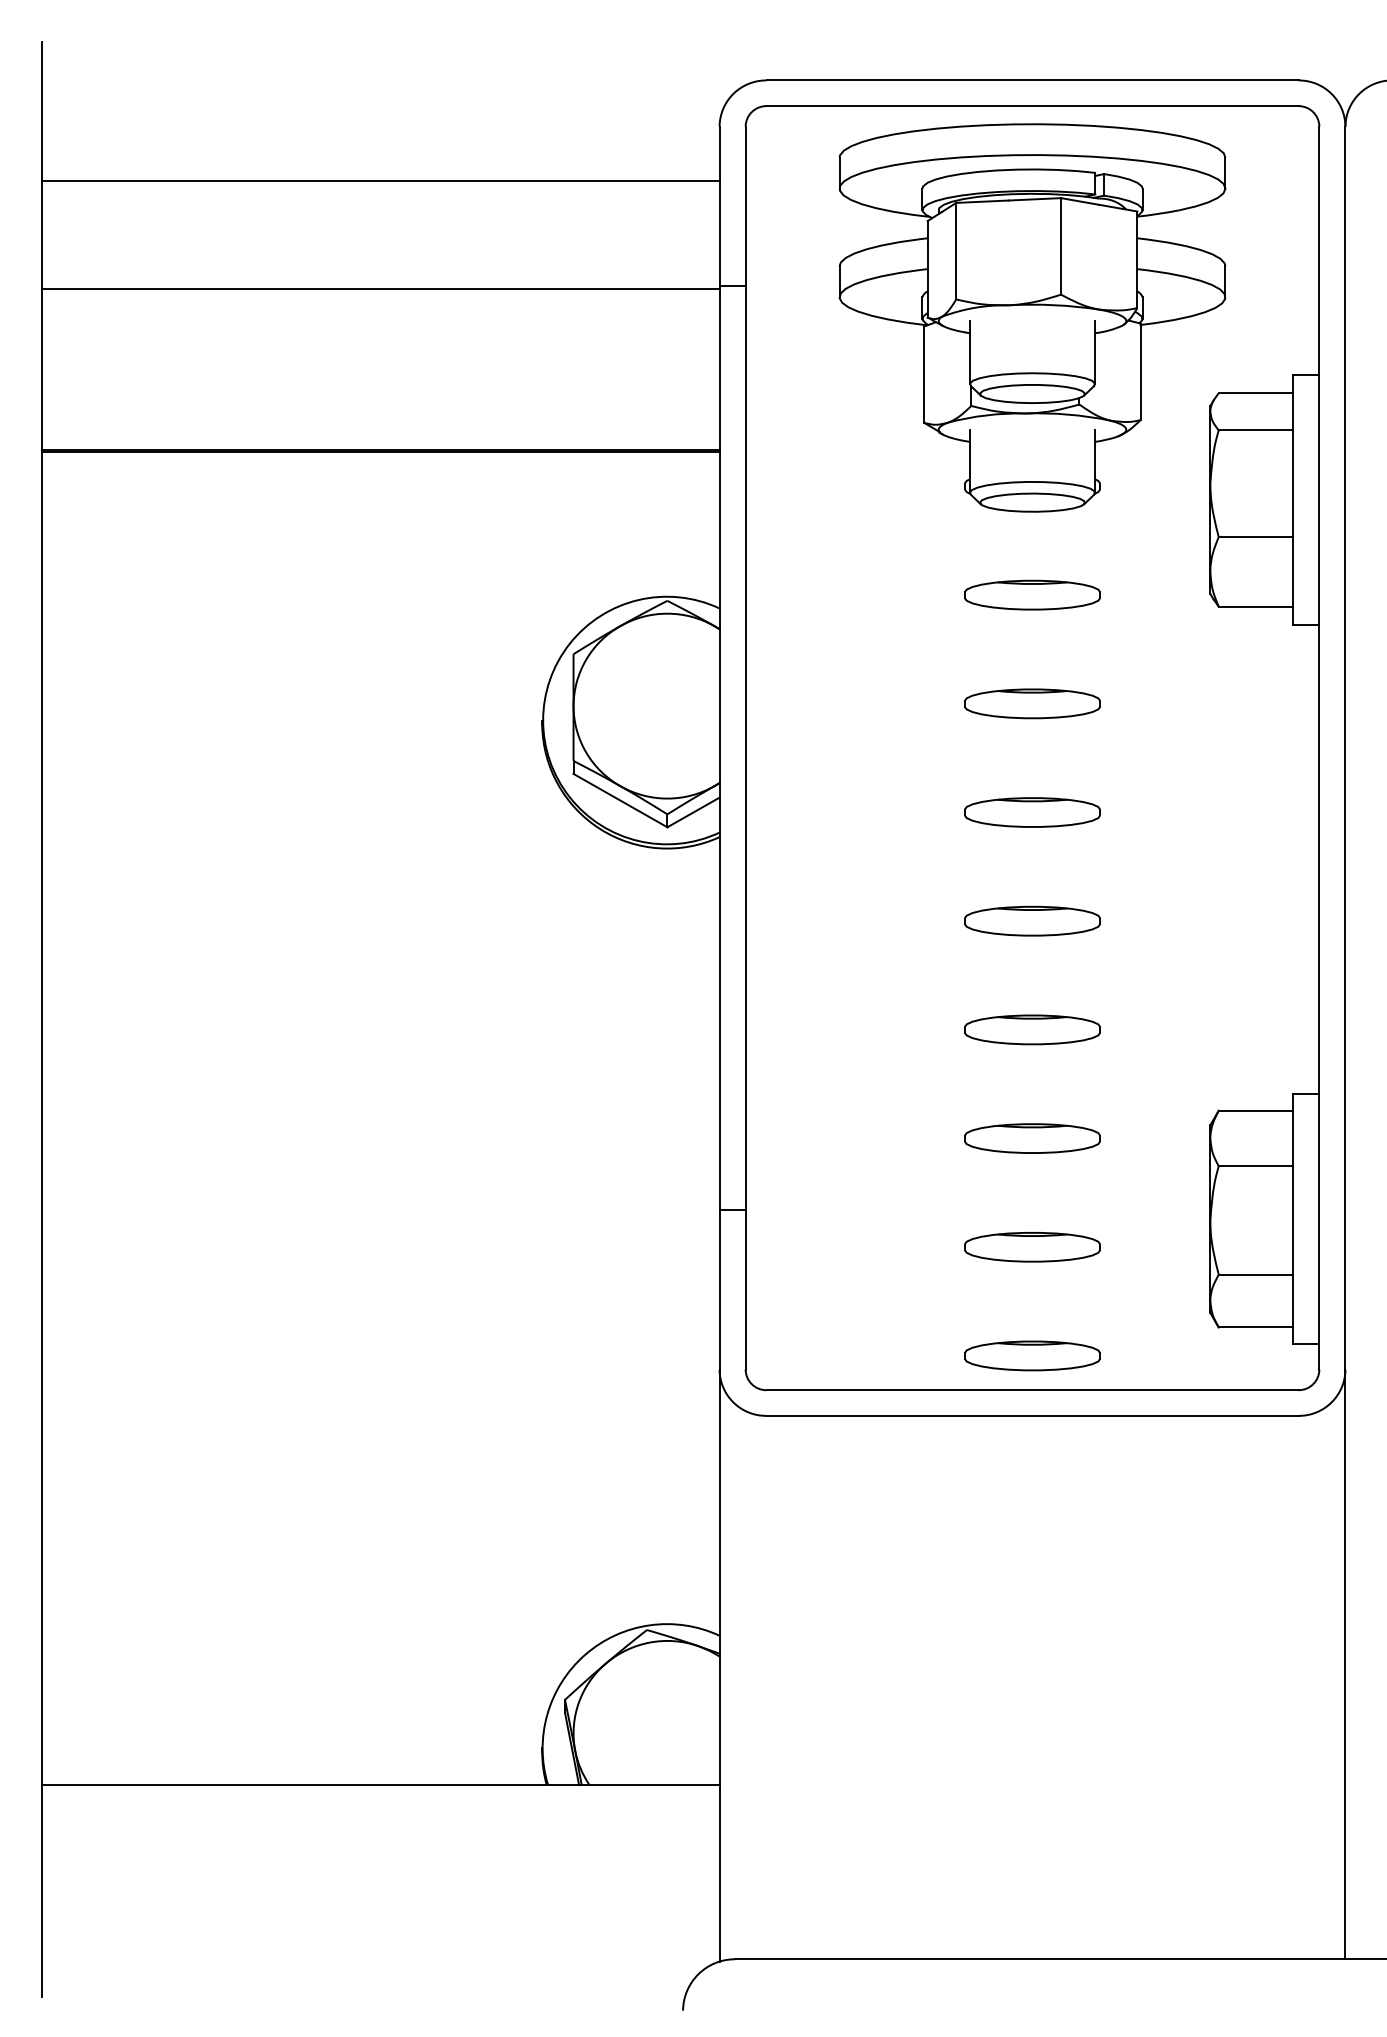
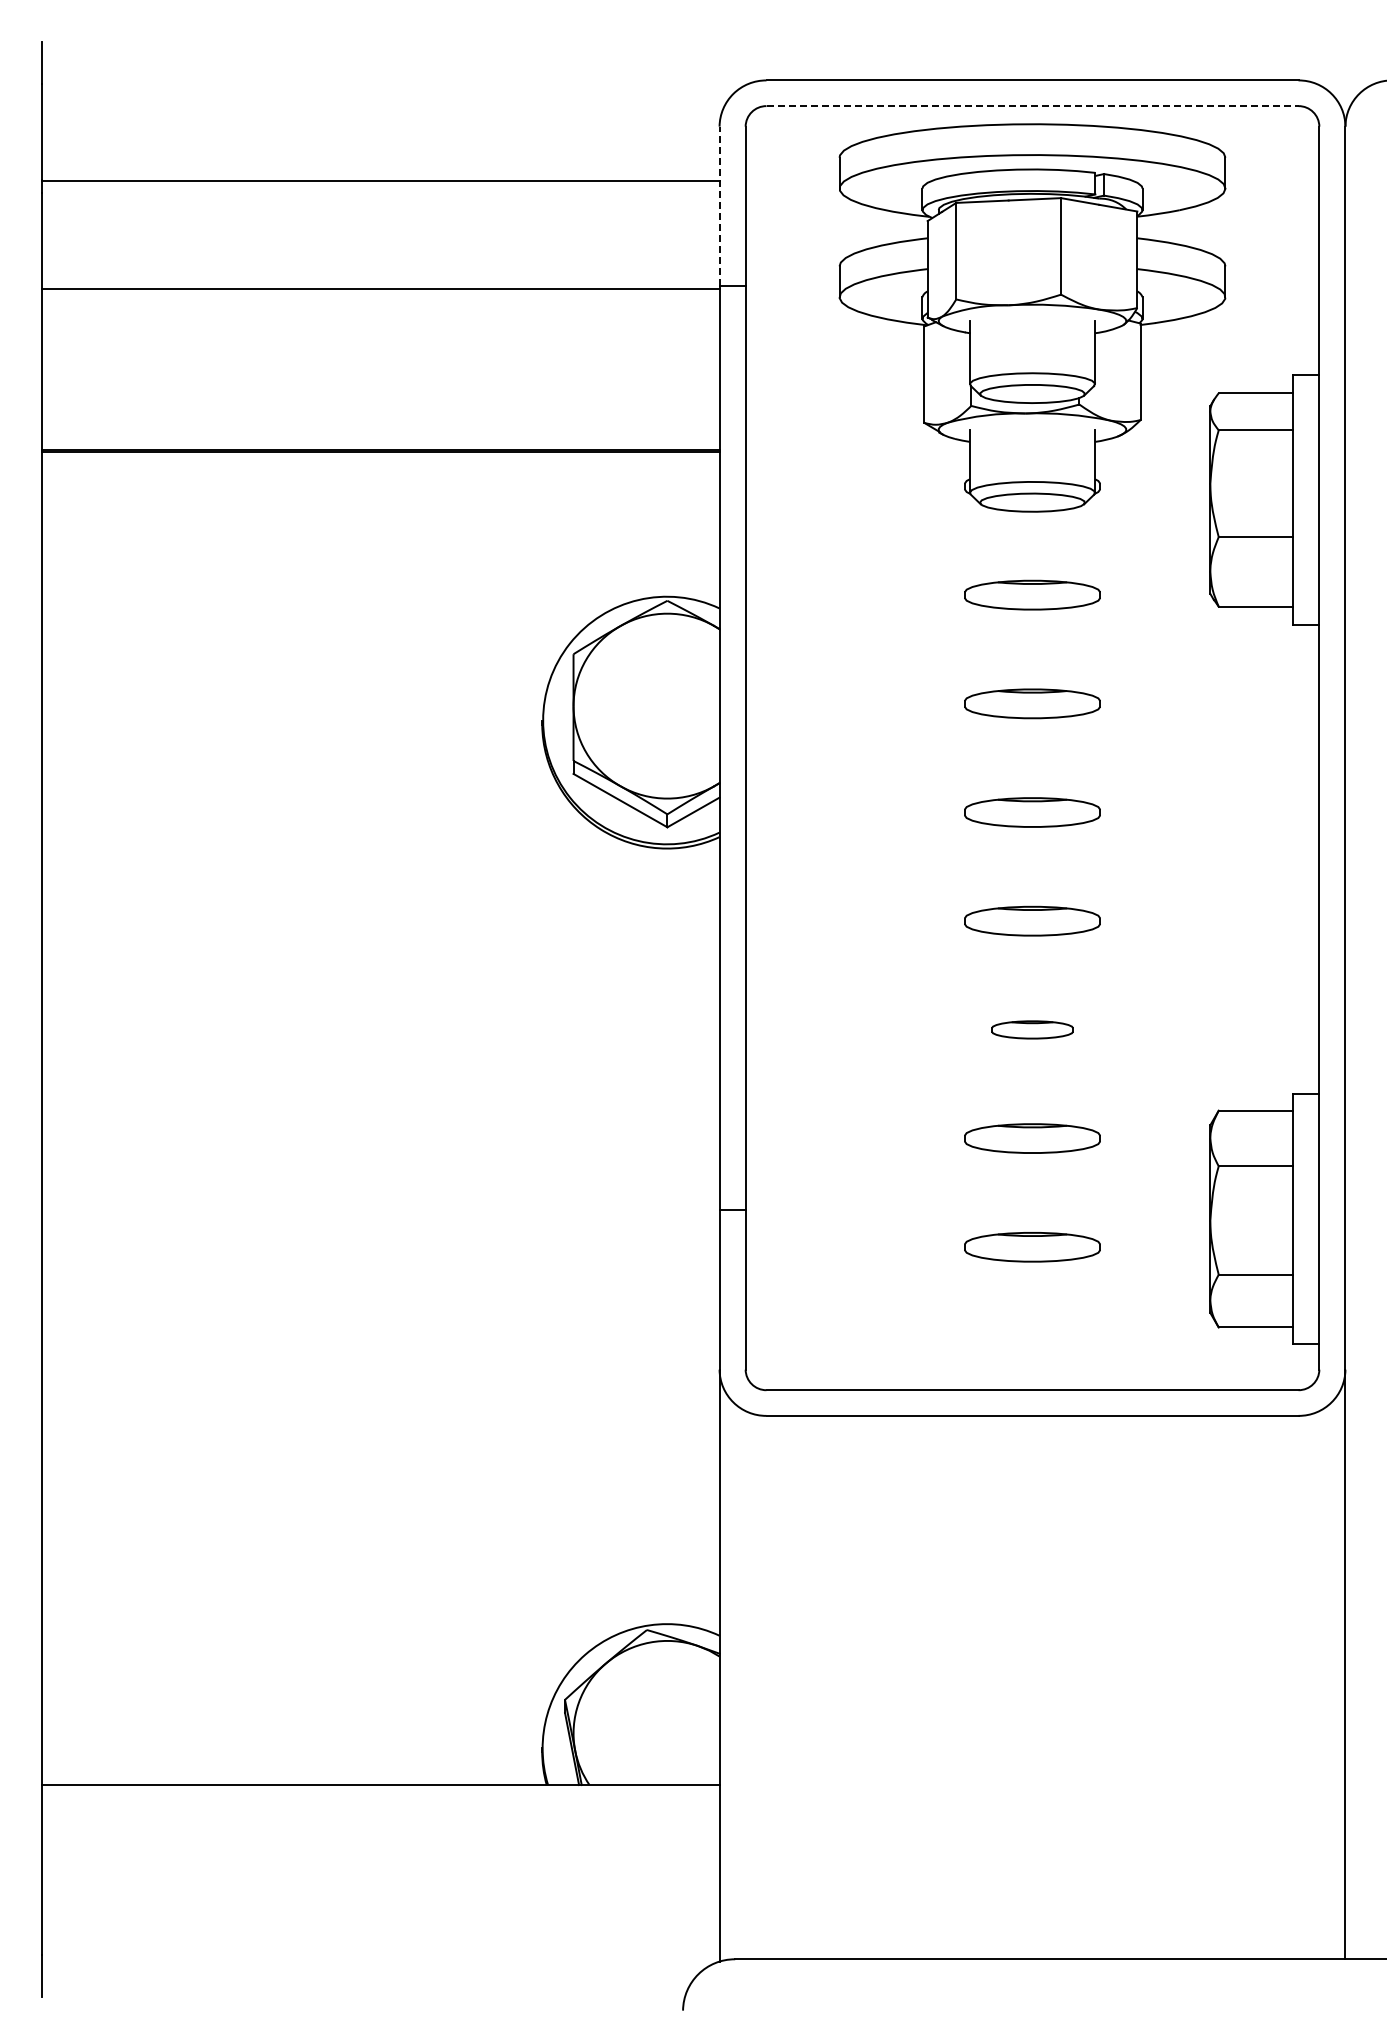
line at (1032, 106): solid -> dashed
line at (719, 206): solid -> dashed
part at (1032, 1029) size: 137x32 px -> 83x20 px
part at (1032, 1355): present -> none
